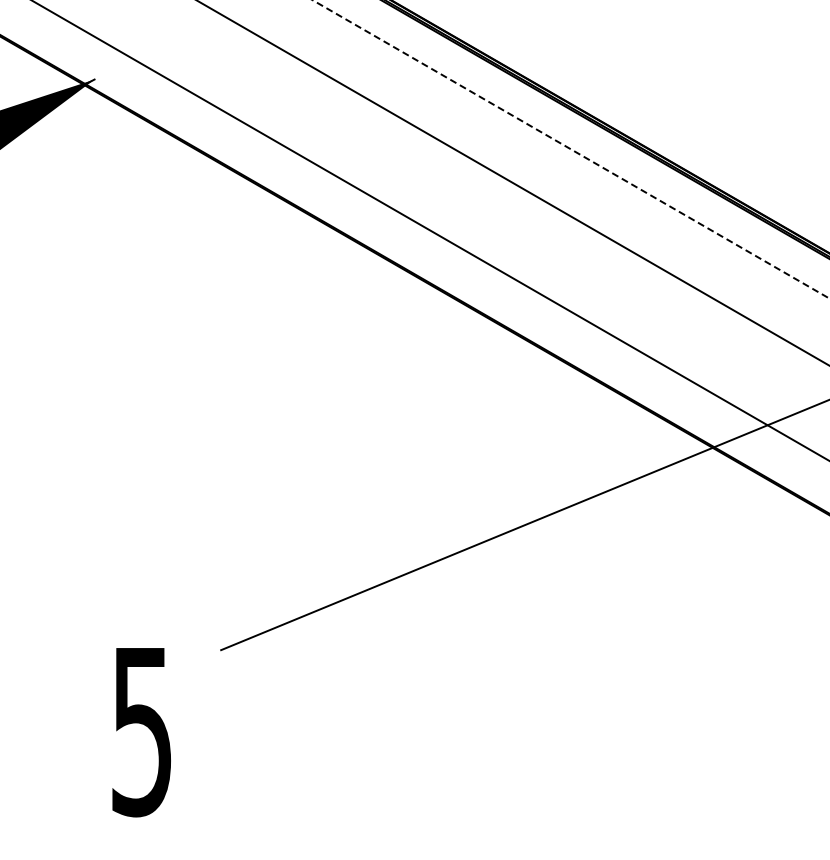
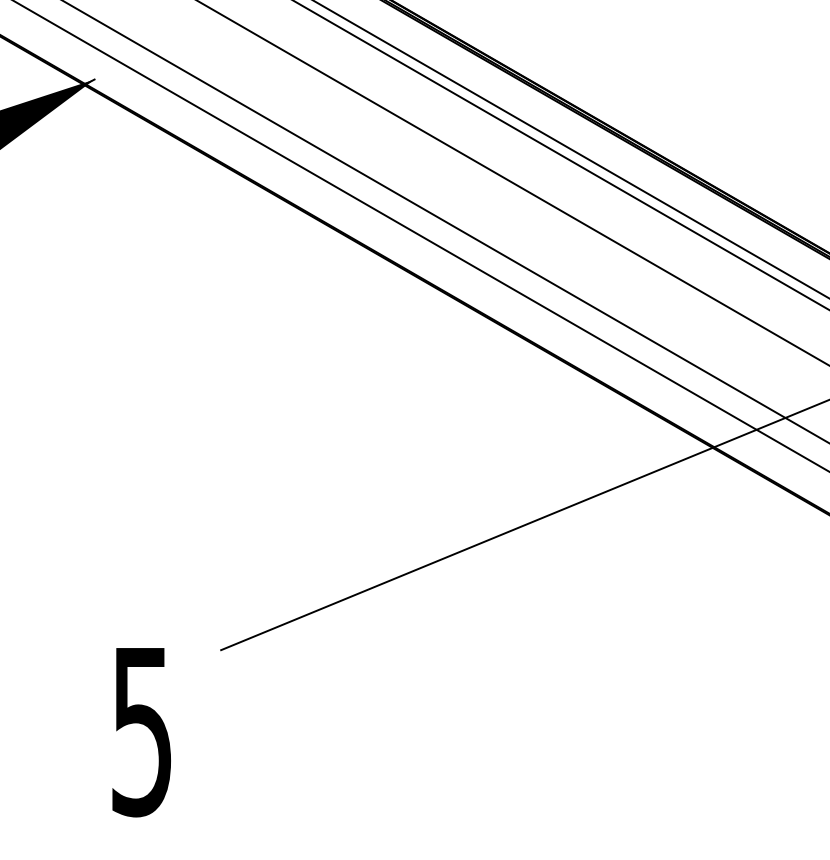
line at (571, 149): dashed -> solid
line at (560, 155): none -> present
line at (430, 230) position: (430, 230) -> (445, 221)
line at (420, 236): none -> present
